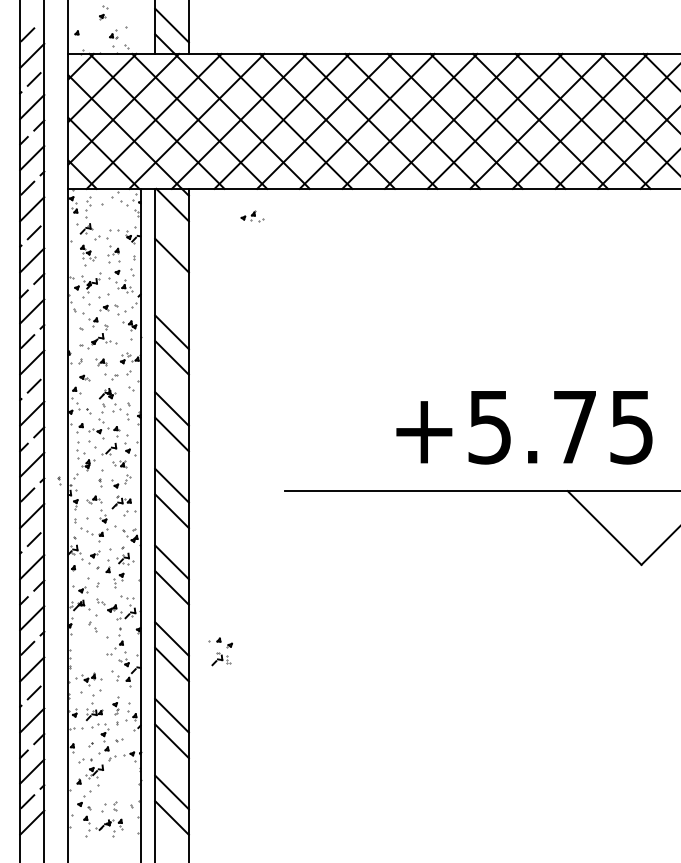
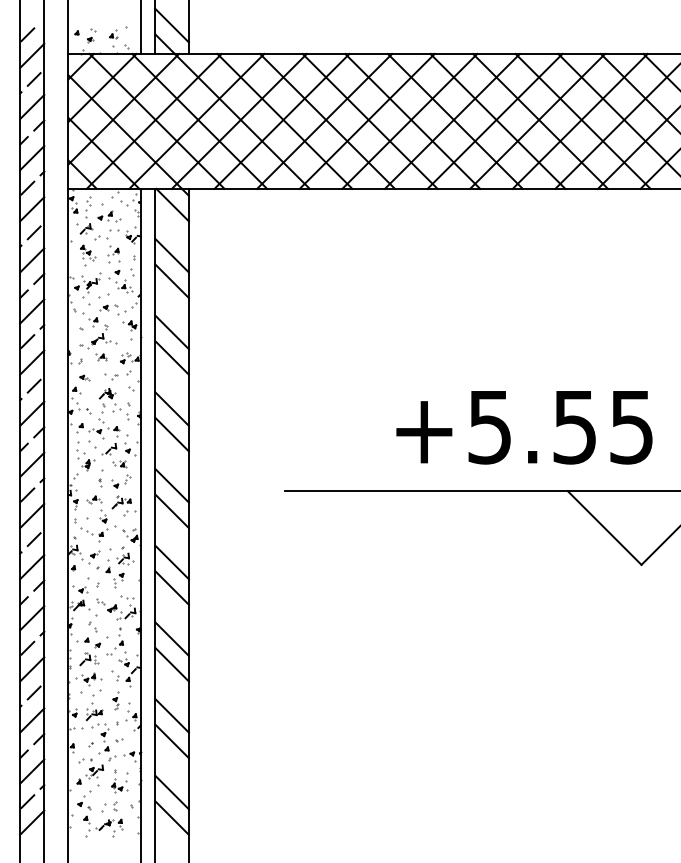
part at (103, 12) position: (103, 12) -> (91, 35)
line at (140, 27): none -> present
part at (252, 216) position: (252, 216) -> (109, 216)
line at (171, 281): none -> present
part at (101, 362) position: (101, 362) -> (101, 357)
text at (574, 427): +5.75 -> +5.55
part at (59, 480): present -> none
part at (220, 651) position: (220, 651) -> (88, 651)
part at (115, 705) position: (115, 705) -> (115, 700)
part at (119, 781): none -> present
